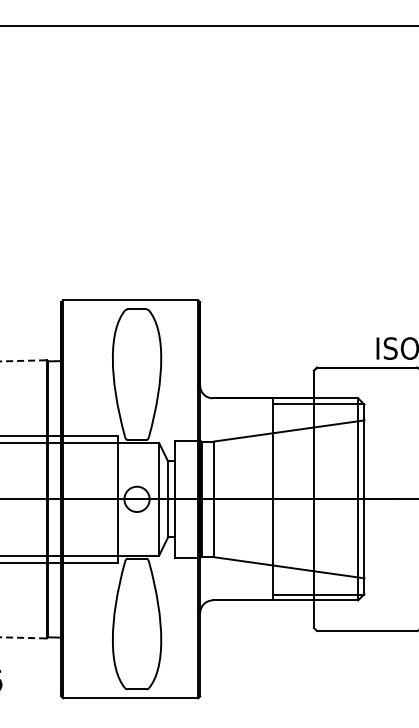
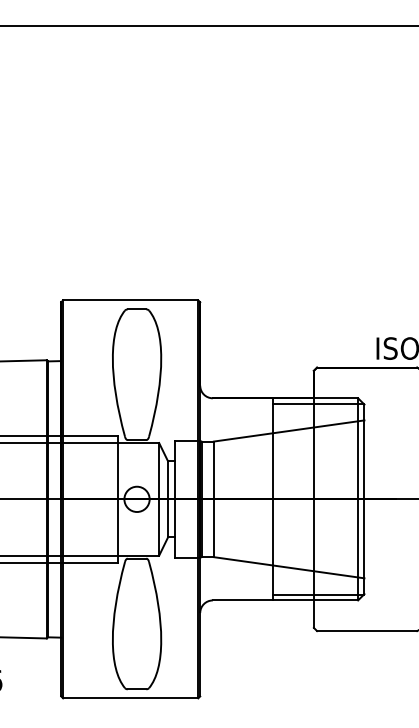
line at (23, 360): dashed -> solid
line at (23, 637): dashed -> solid
